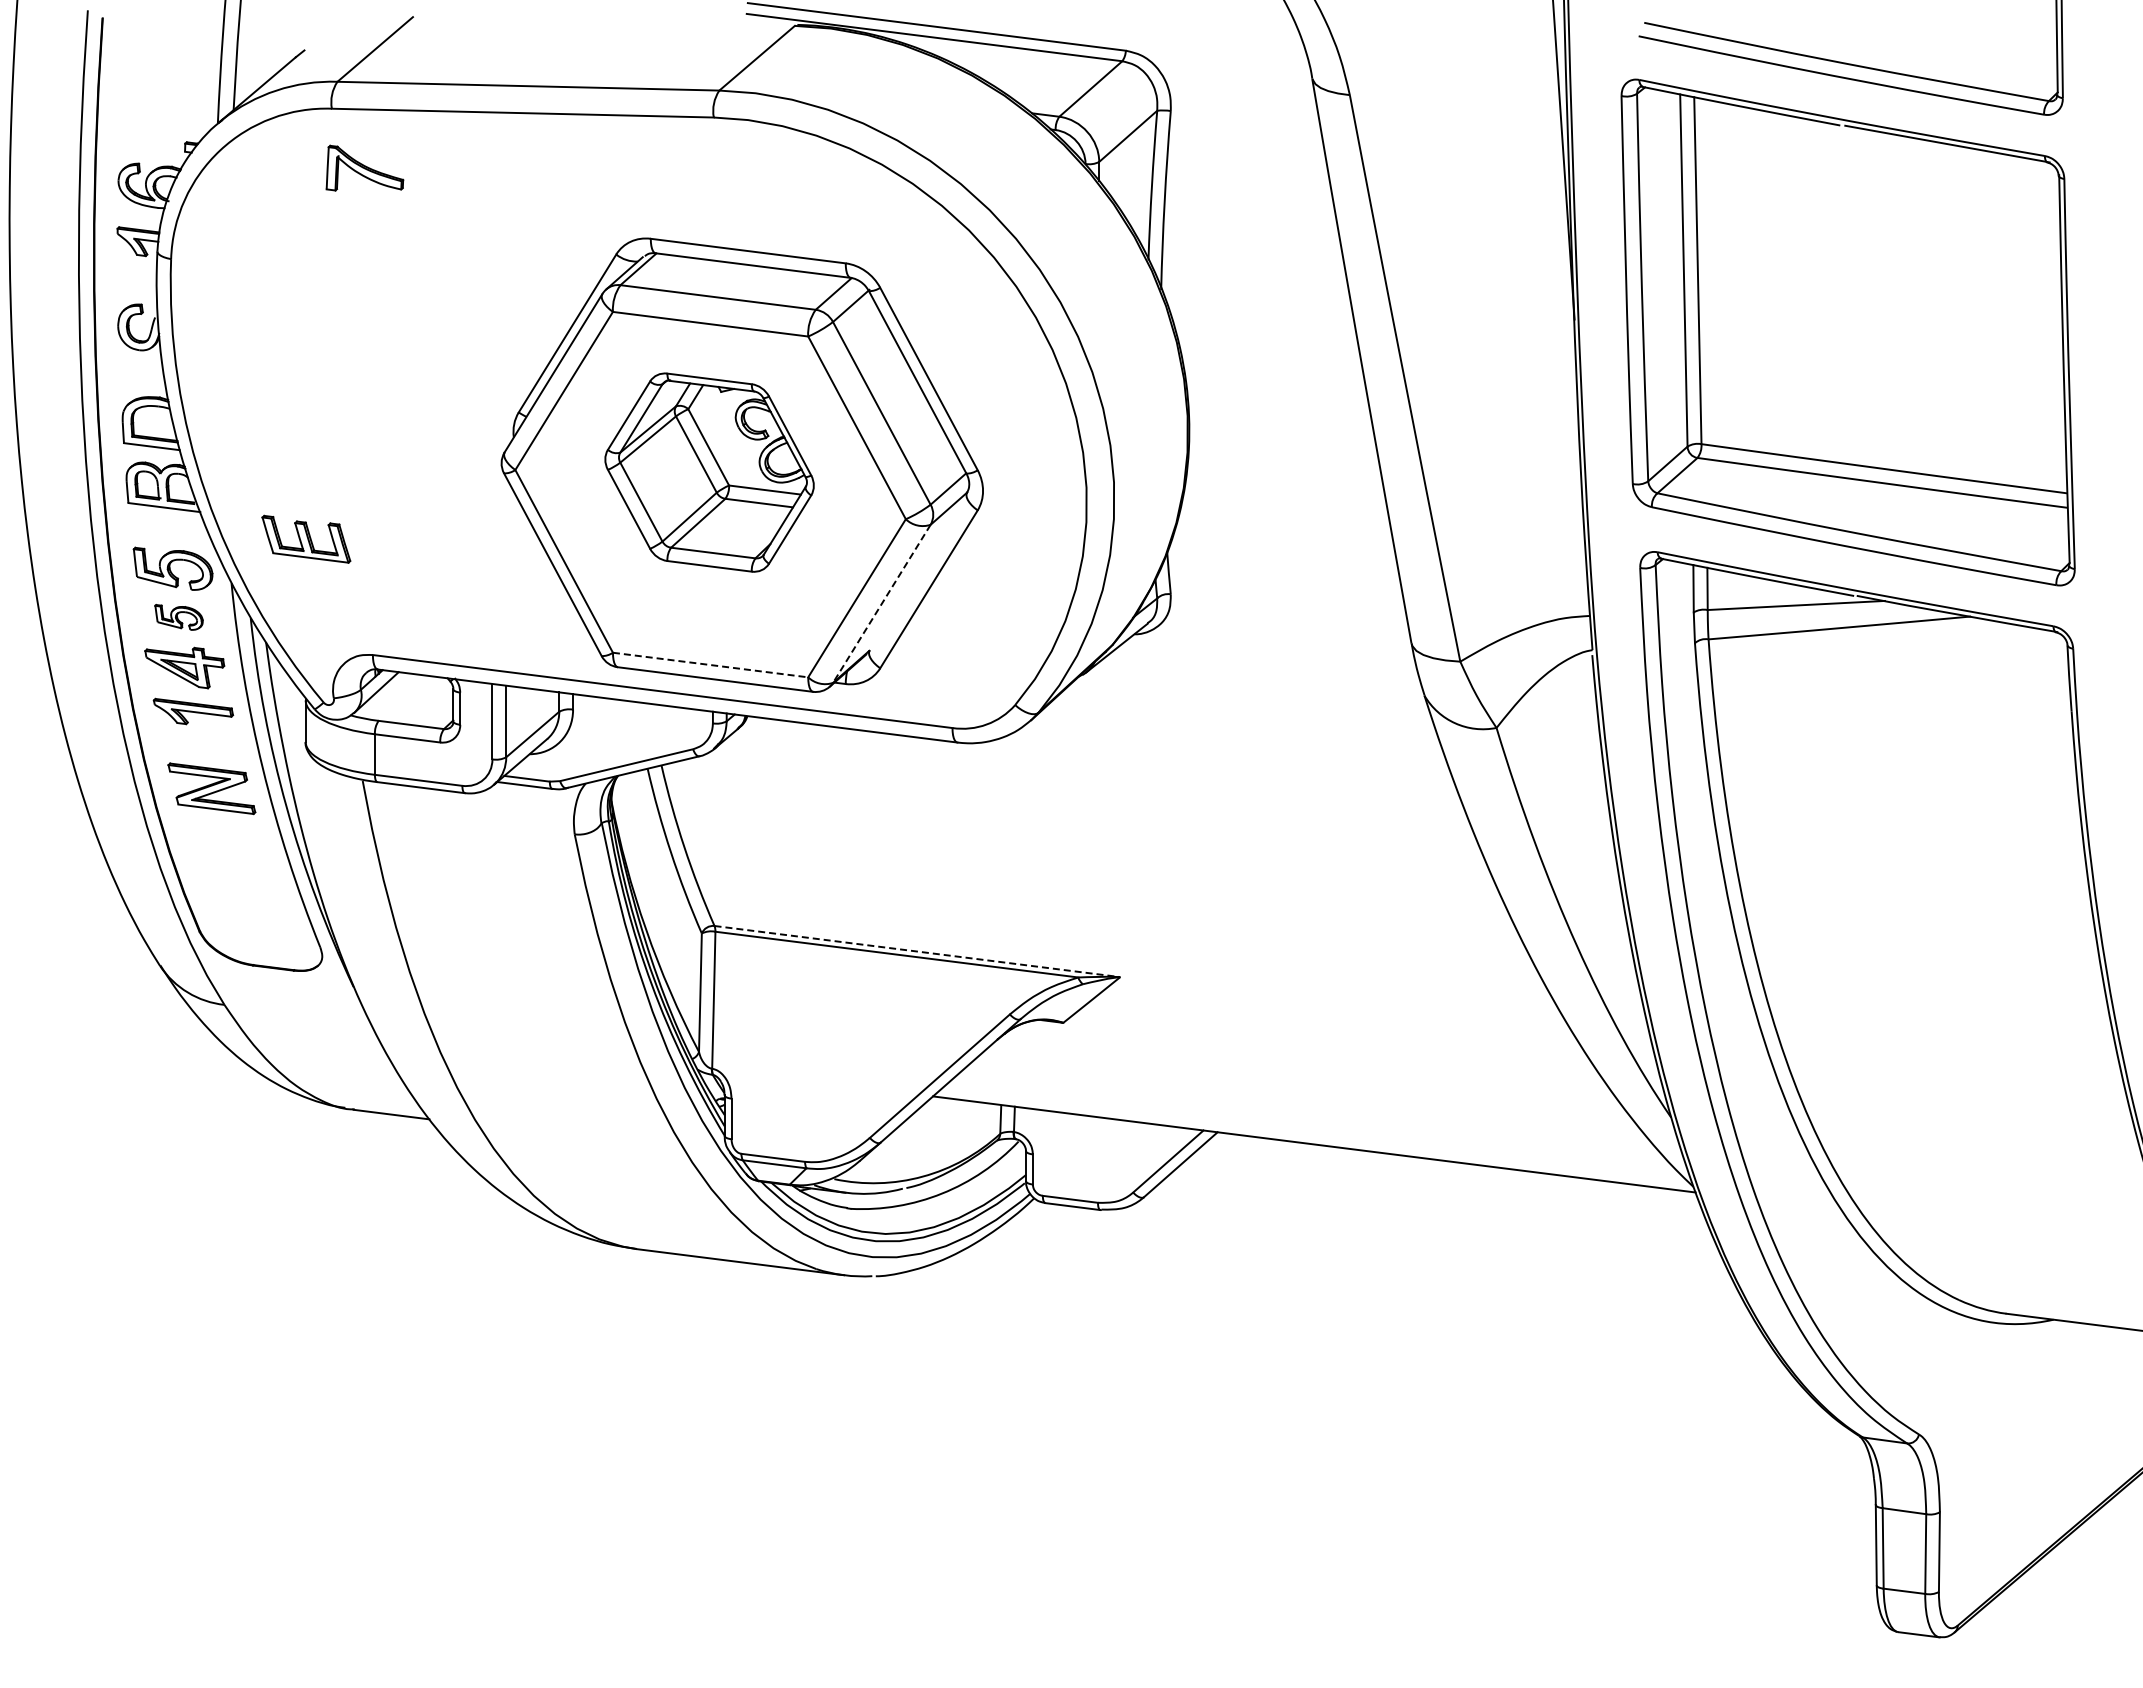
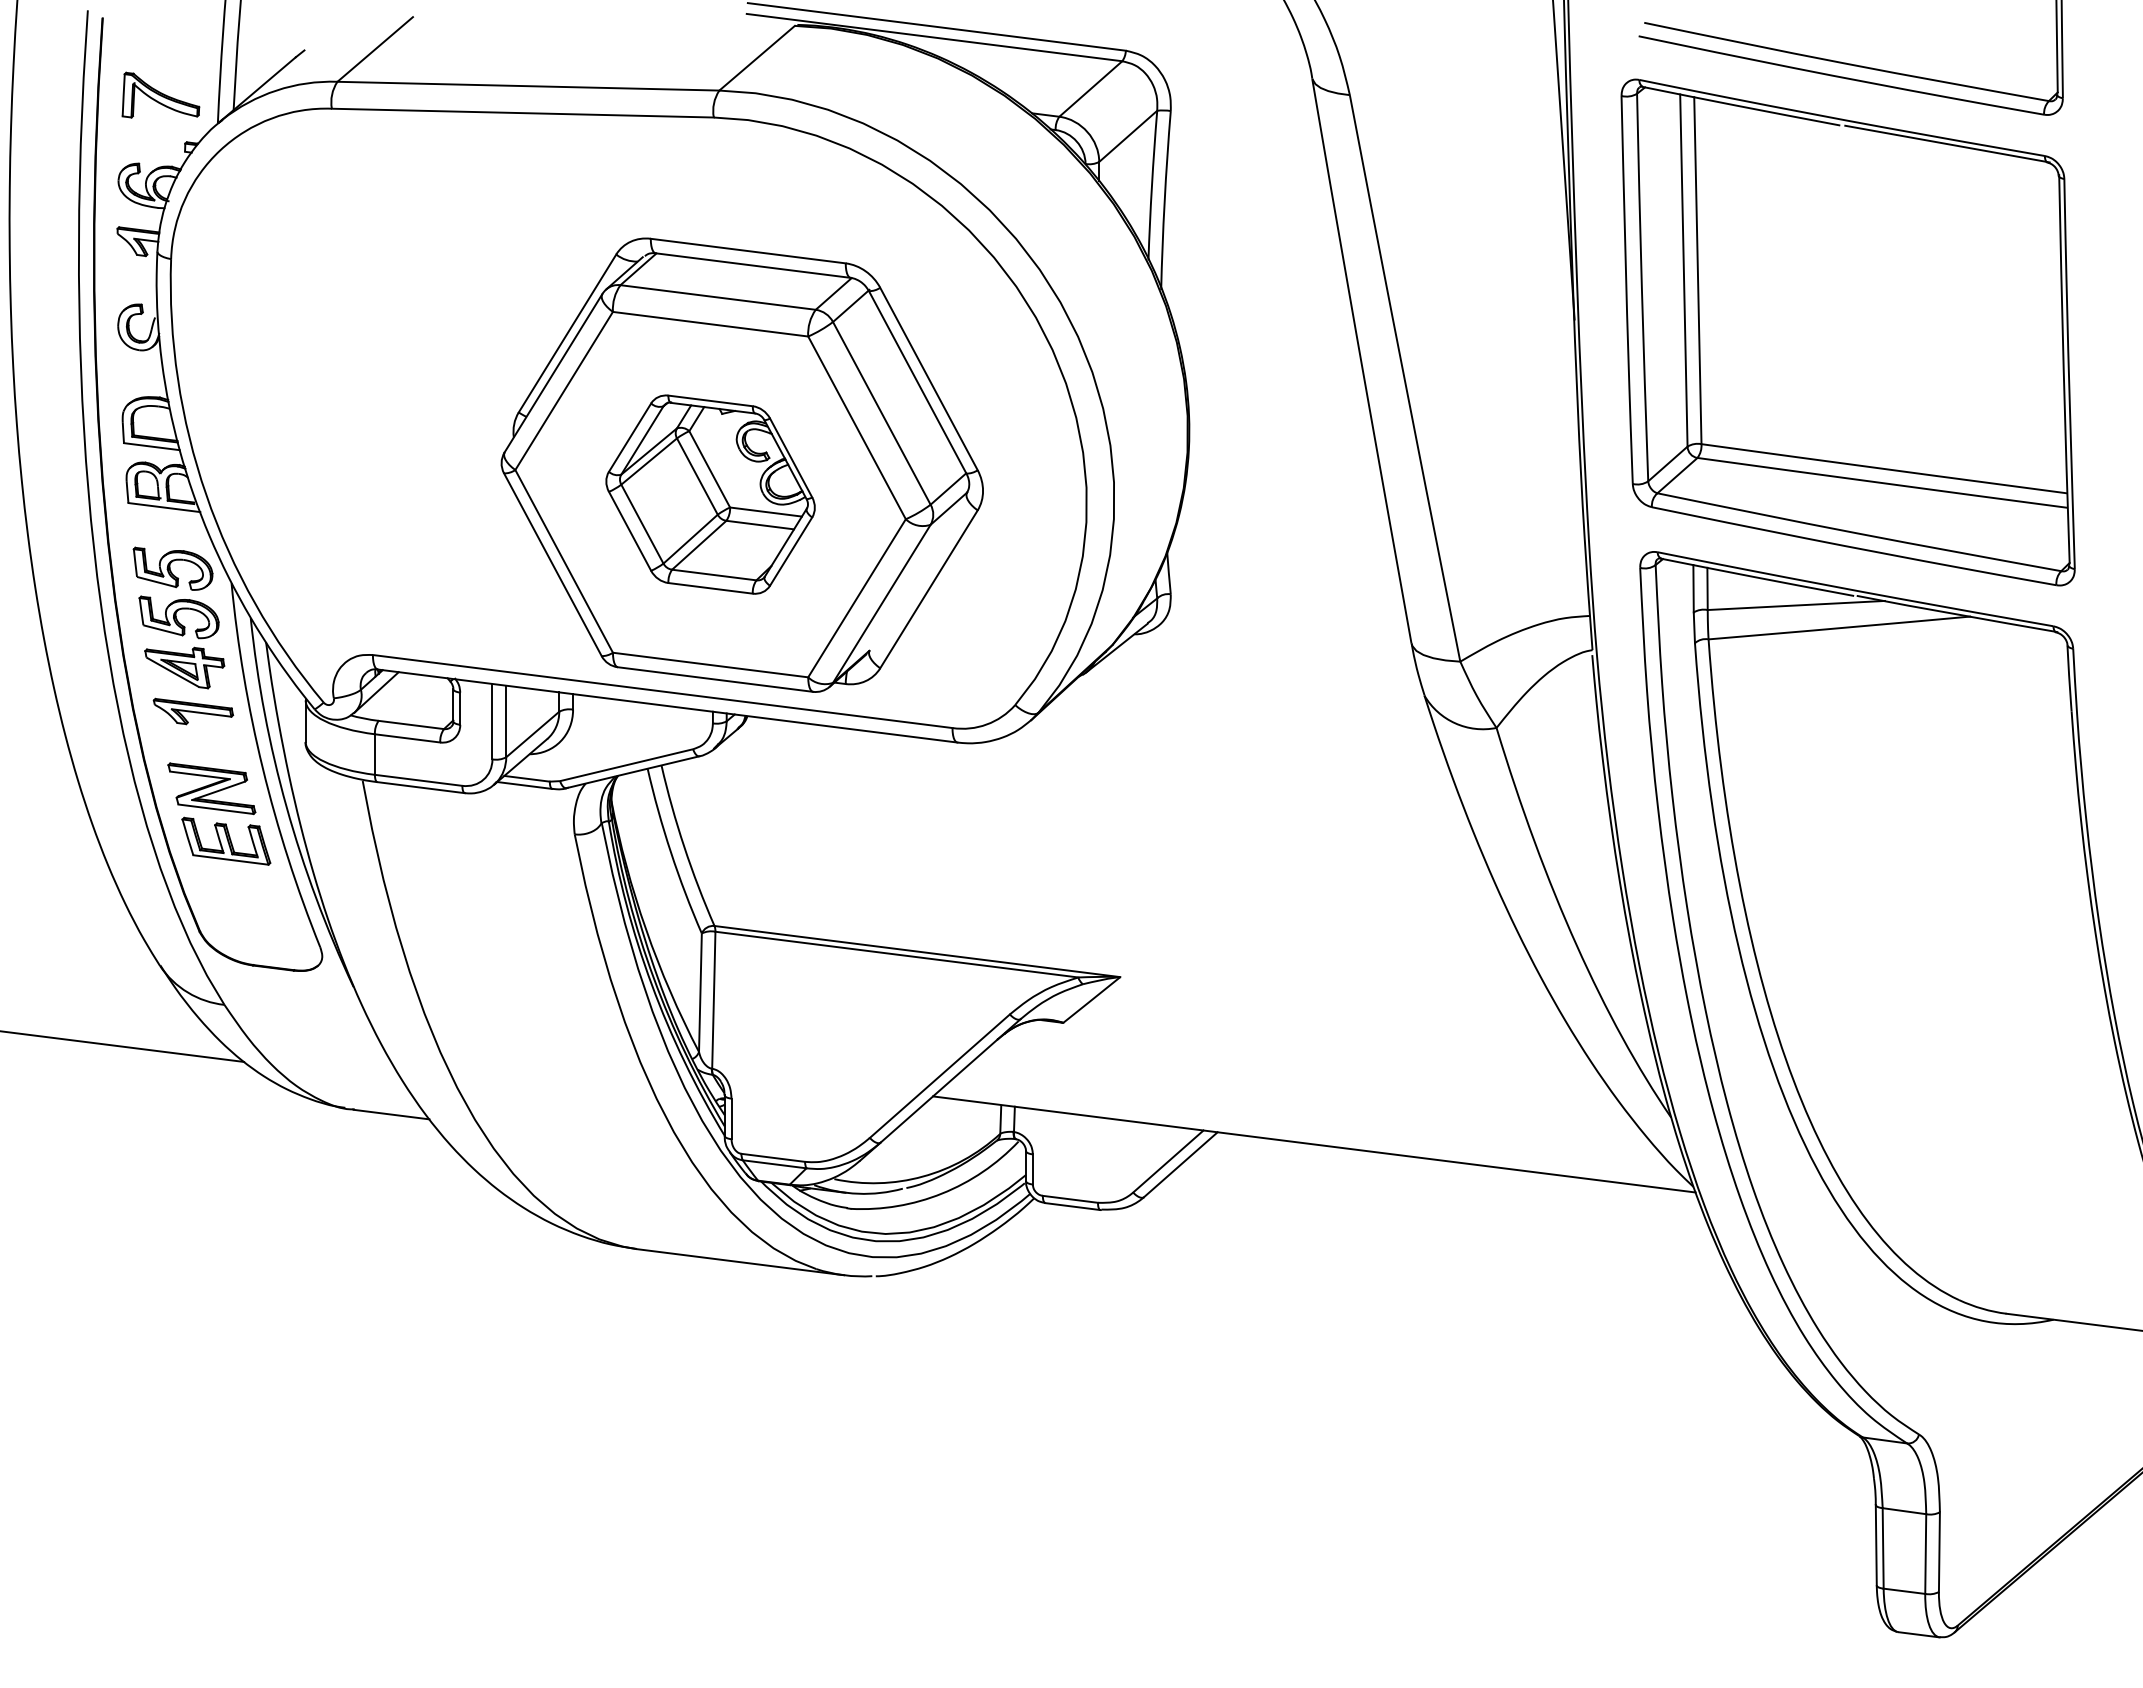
part at (364, 167) position: (364, 167) -> (160, 94)
part at (709, 472) position: (709, 472) -> (710, 494)
part at (306, 538) position: (306, 538) -> (226, 840)
line at (881, 603): dashed -> solid
part at (178, 617) size: 50x27 px -> 82x45 px
line at (711, 665): dashed -> solid
line at (917, 951): dashed -> solid
line at (123, 1046): none -> present
